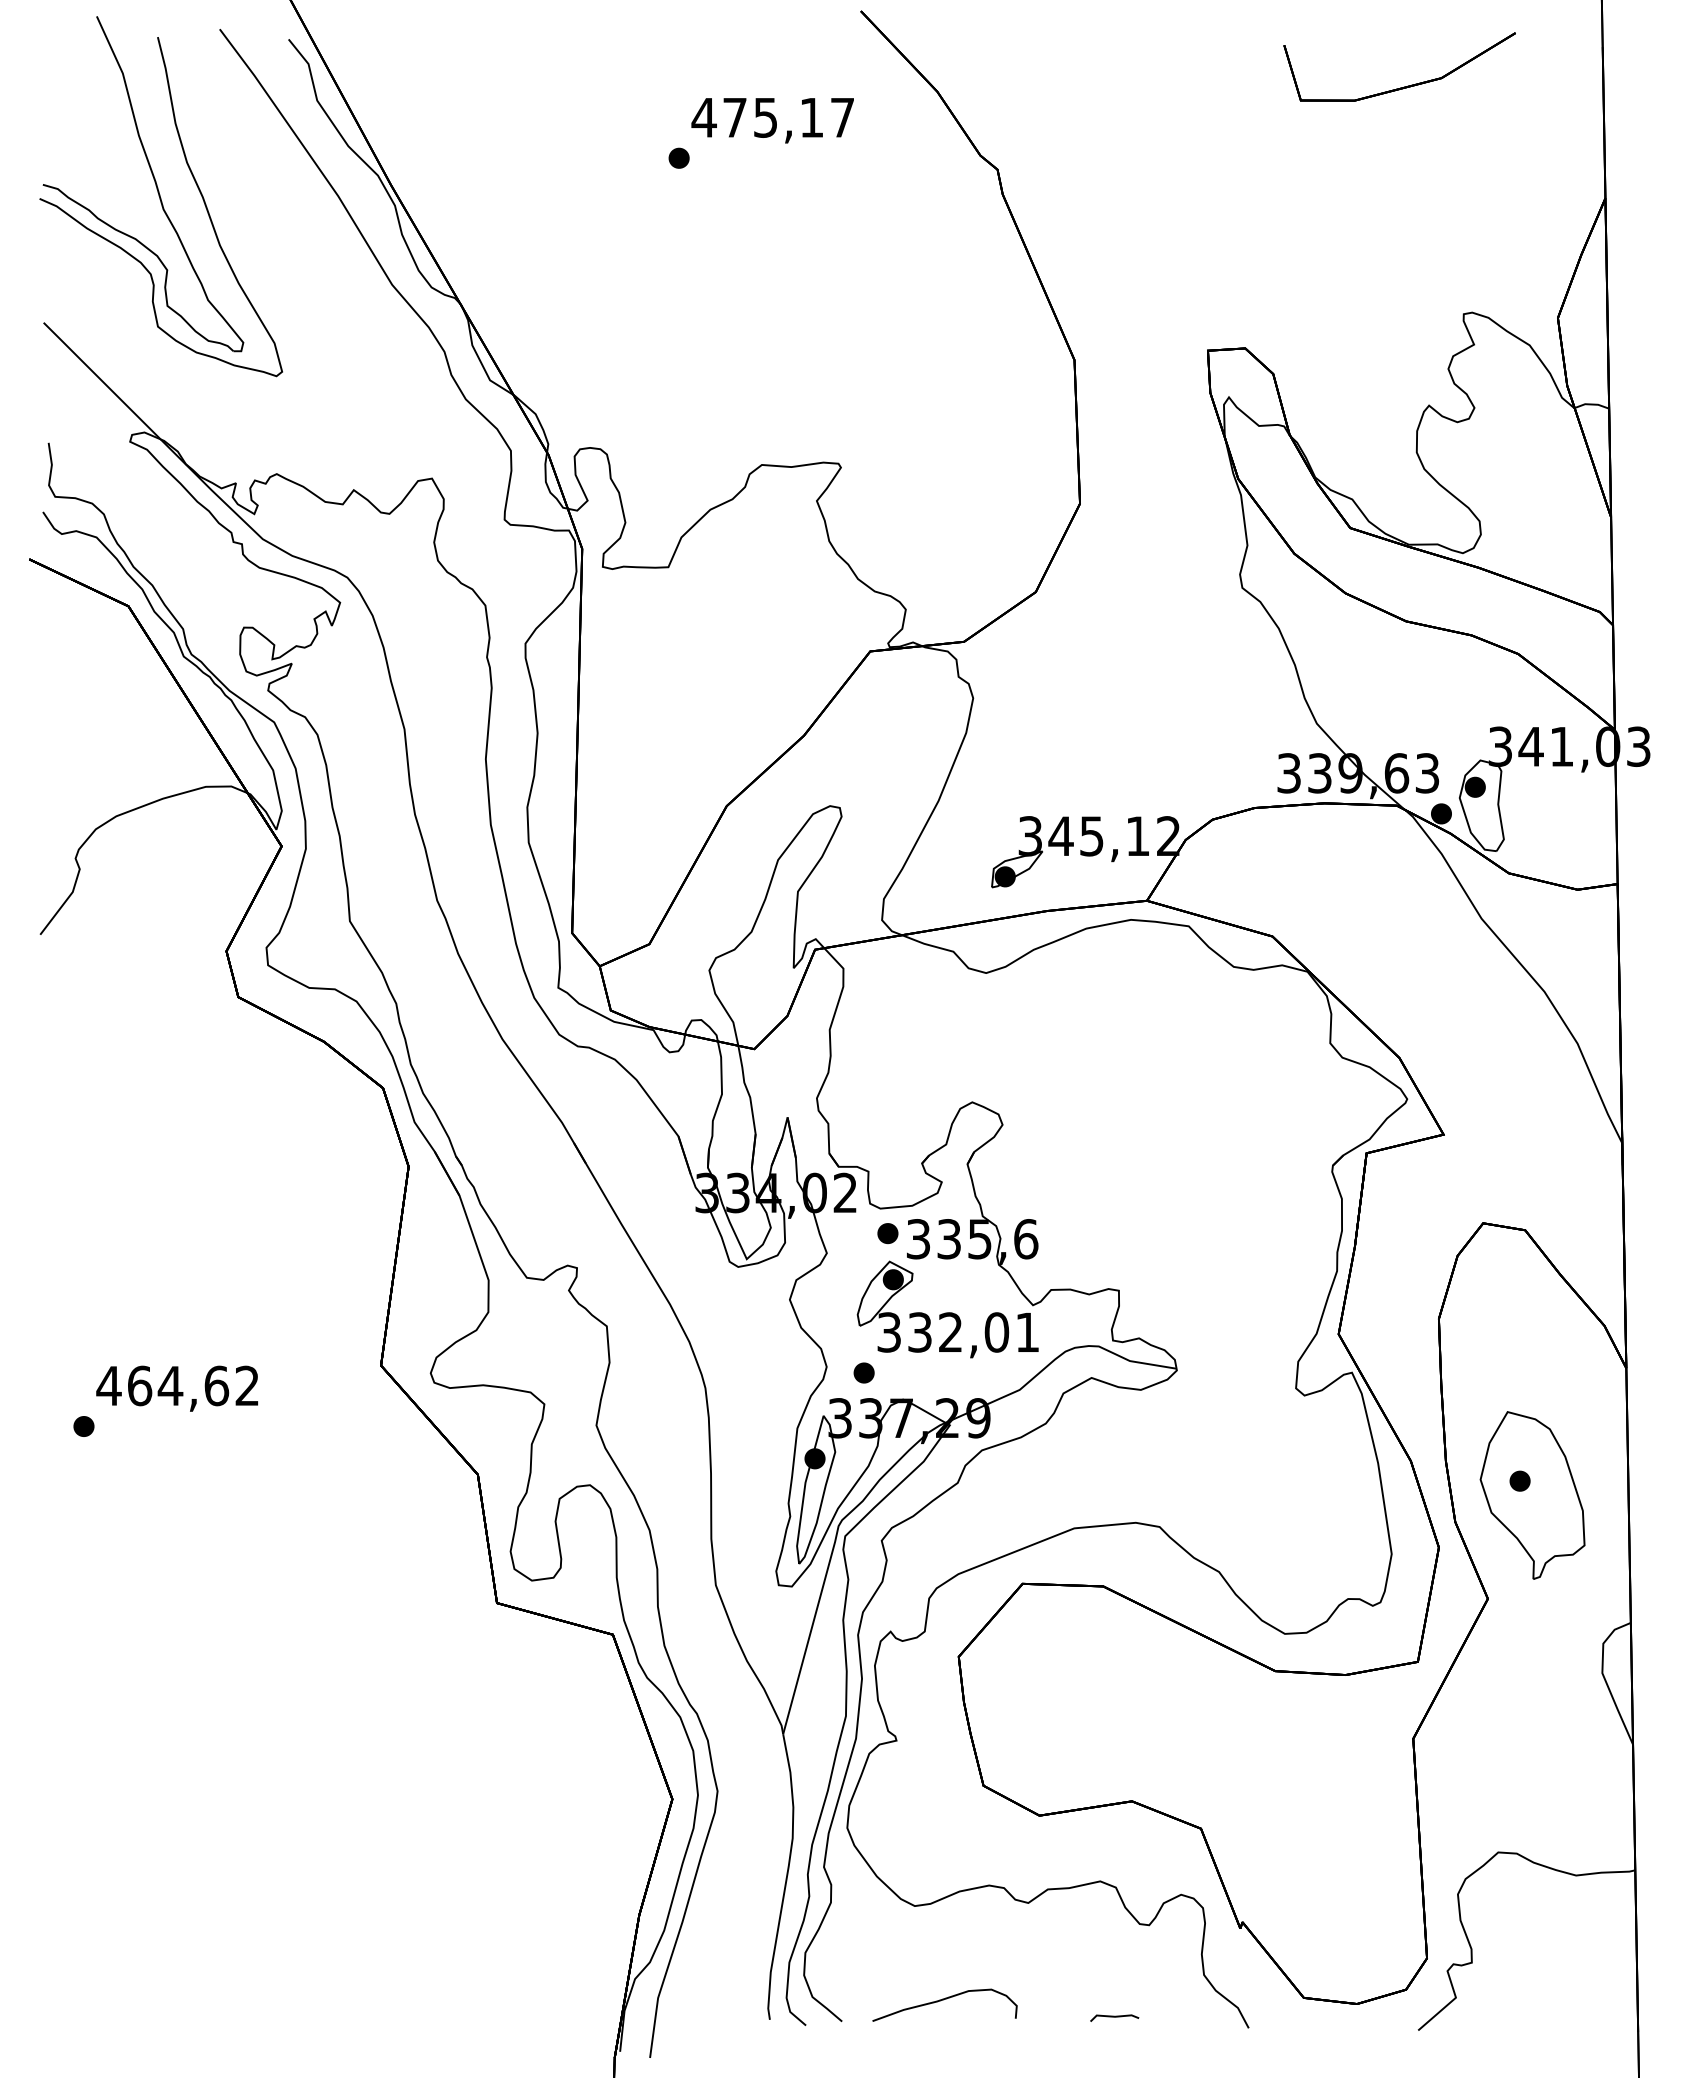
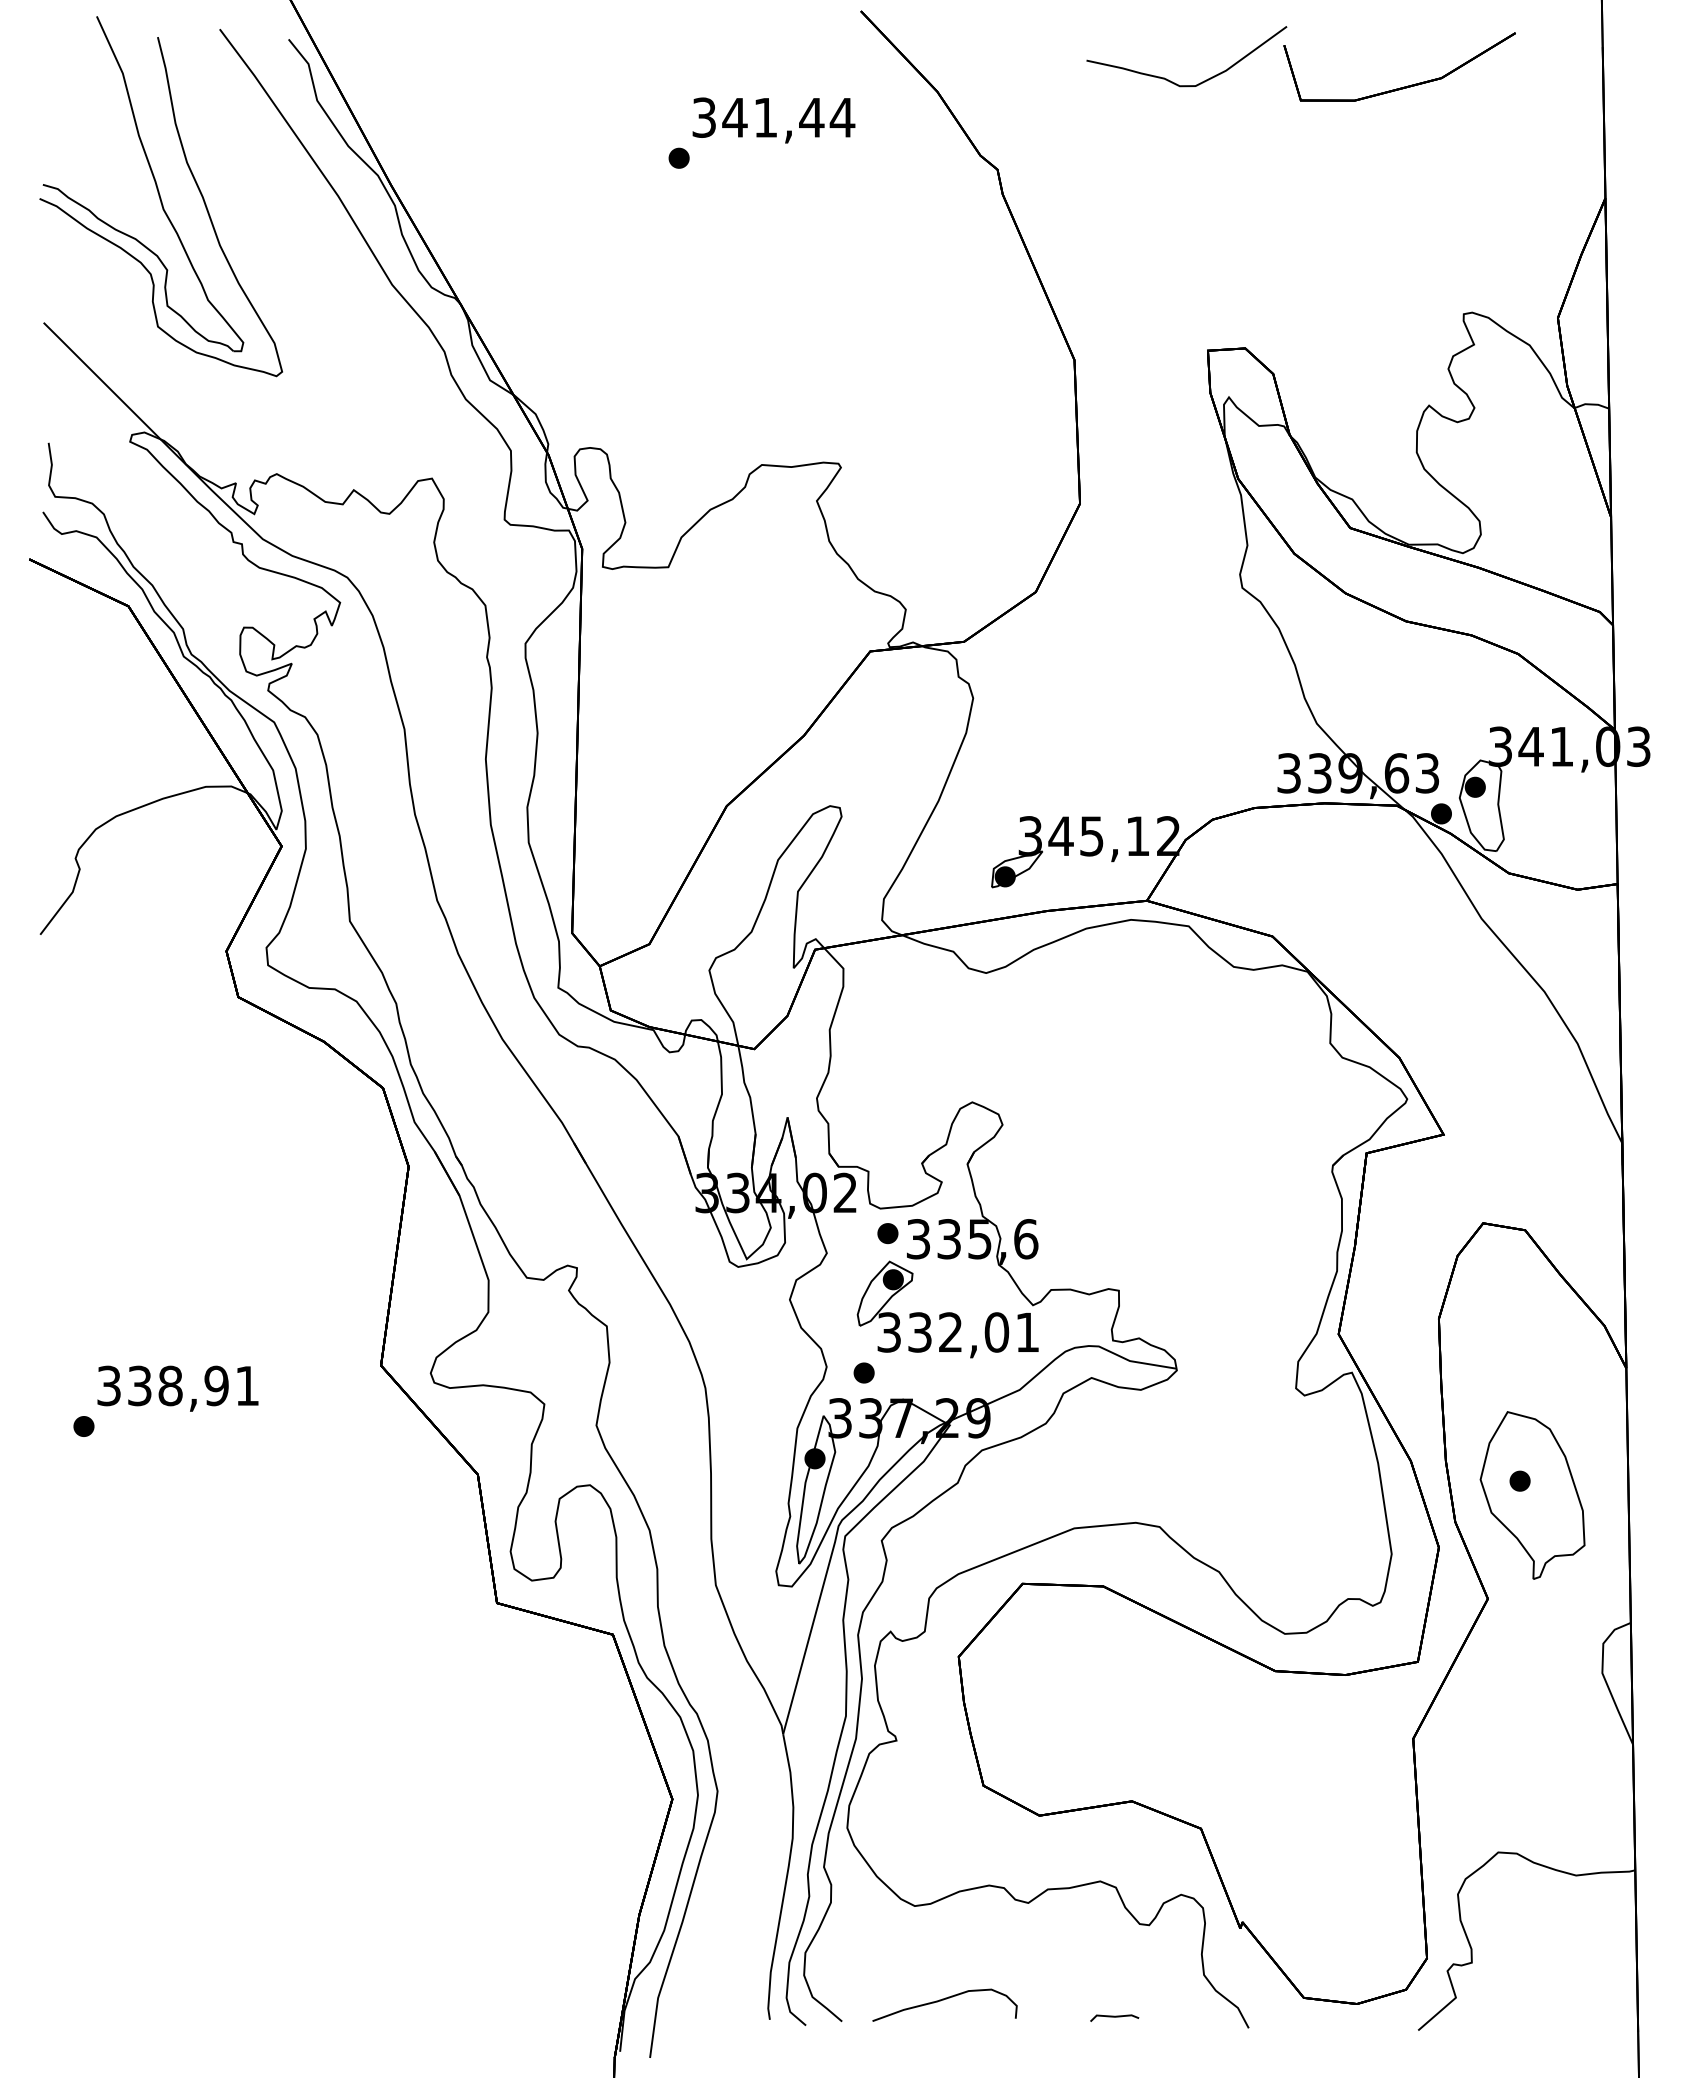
part at (1174, 82): none -> present
text at (773, 117): 475,17 -> 341,44
text at (177, 1385): 464,62 -> 338,91
